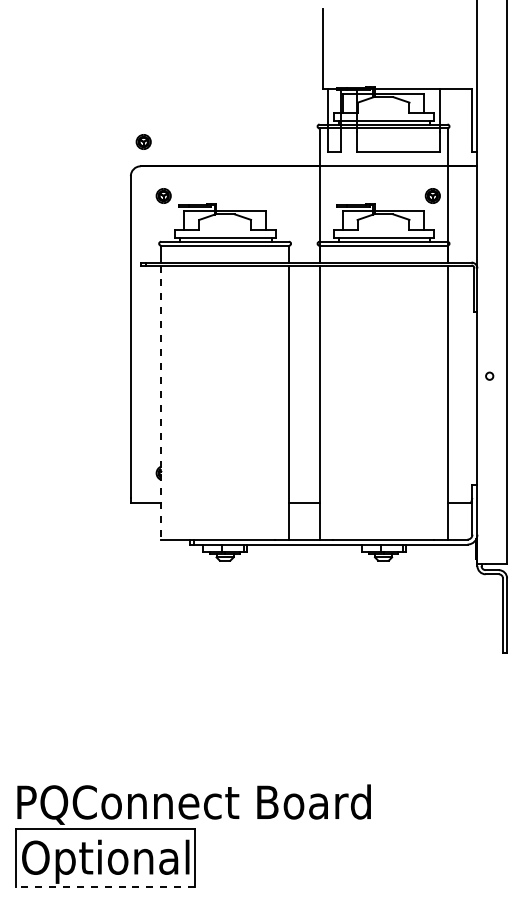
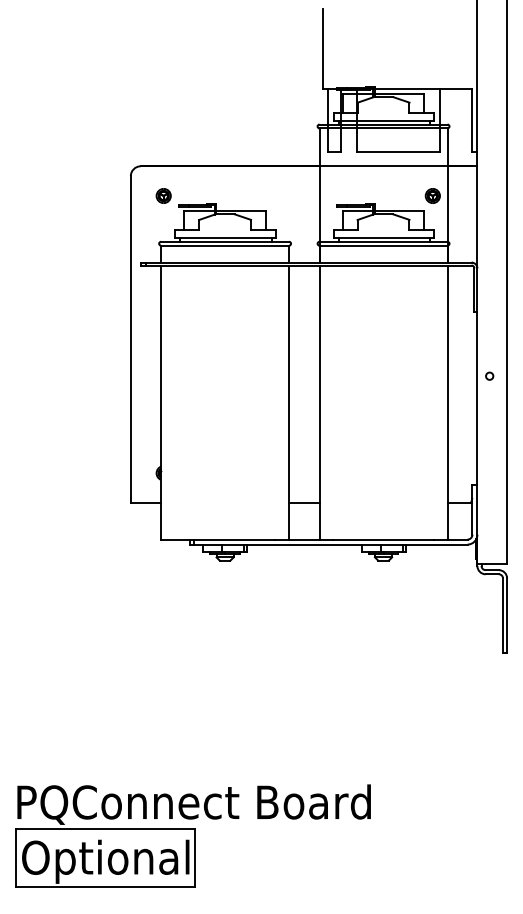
part at (143, 141): present -> none
line at (161, 403): dashed -> solid
line at (105, 886): dashed -> solid
